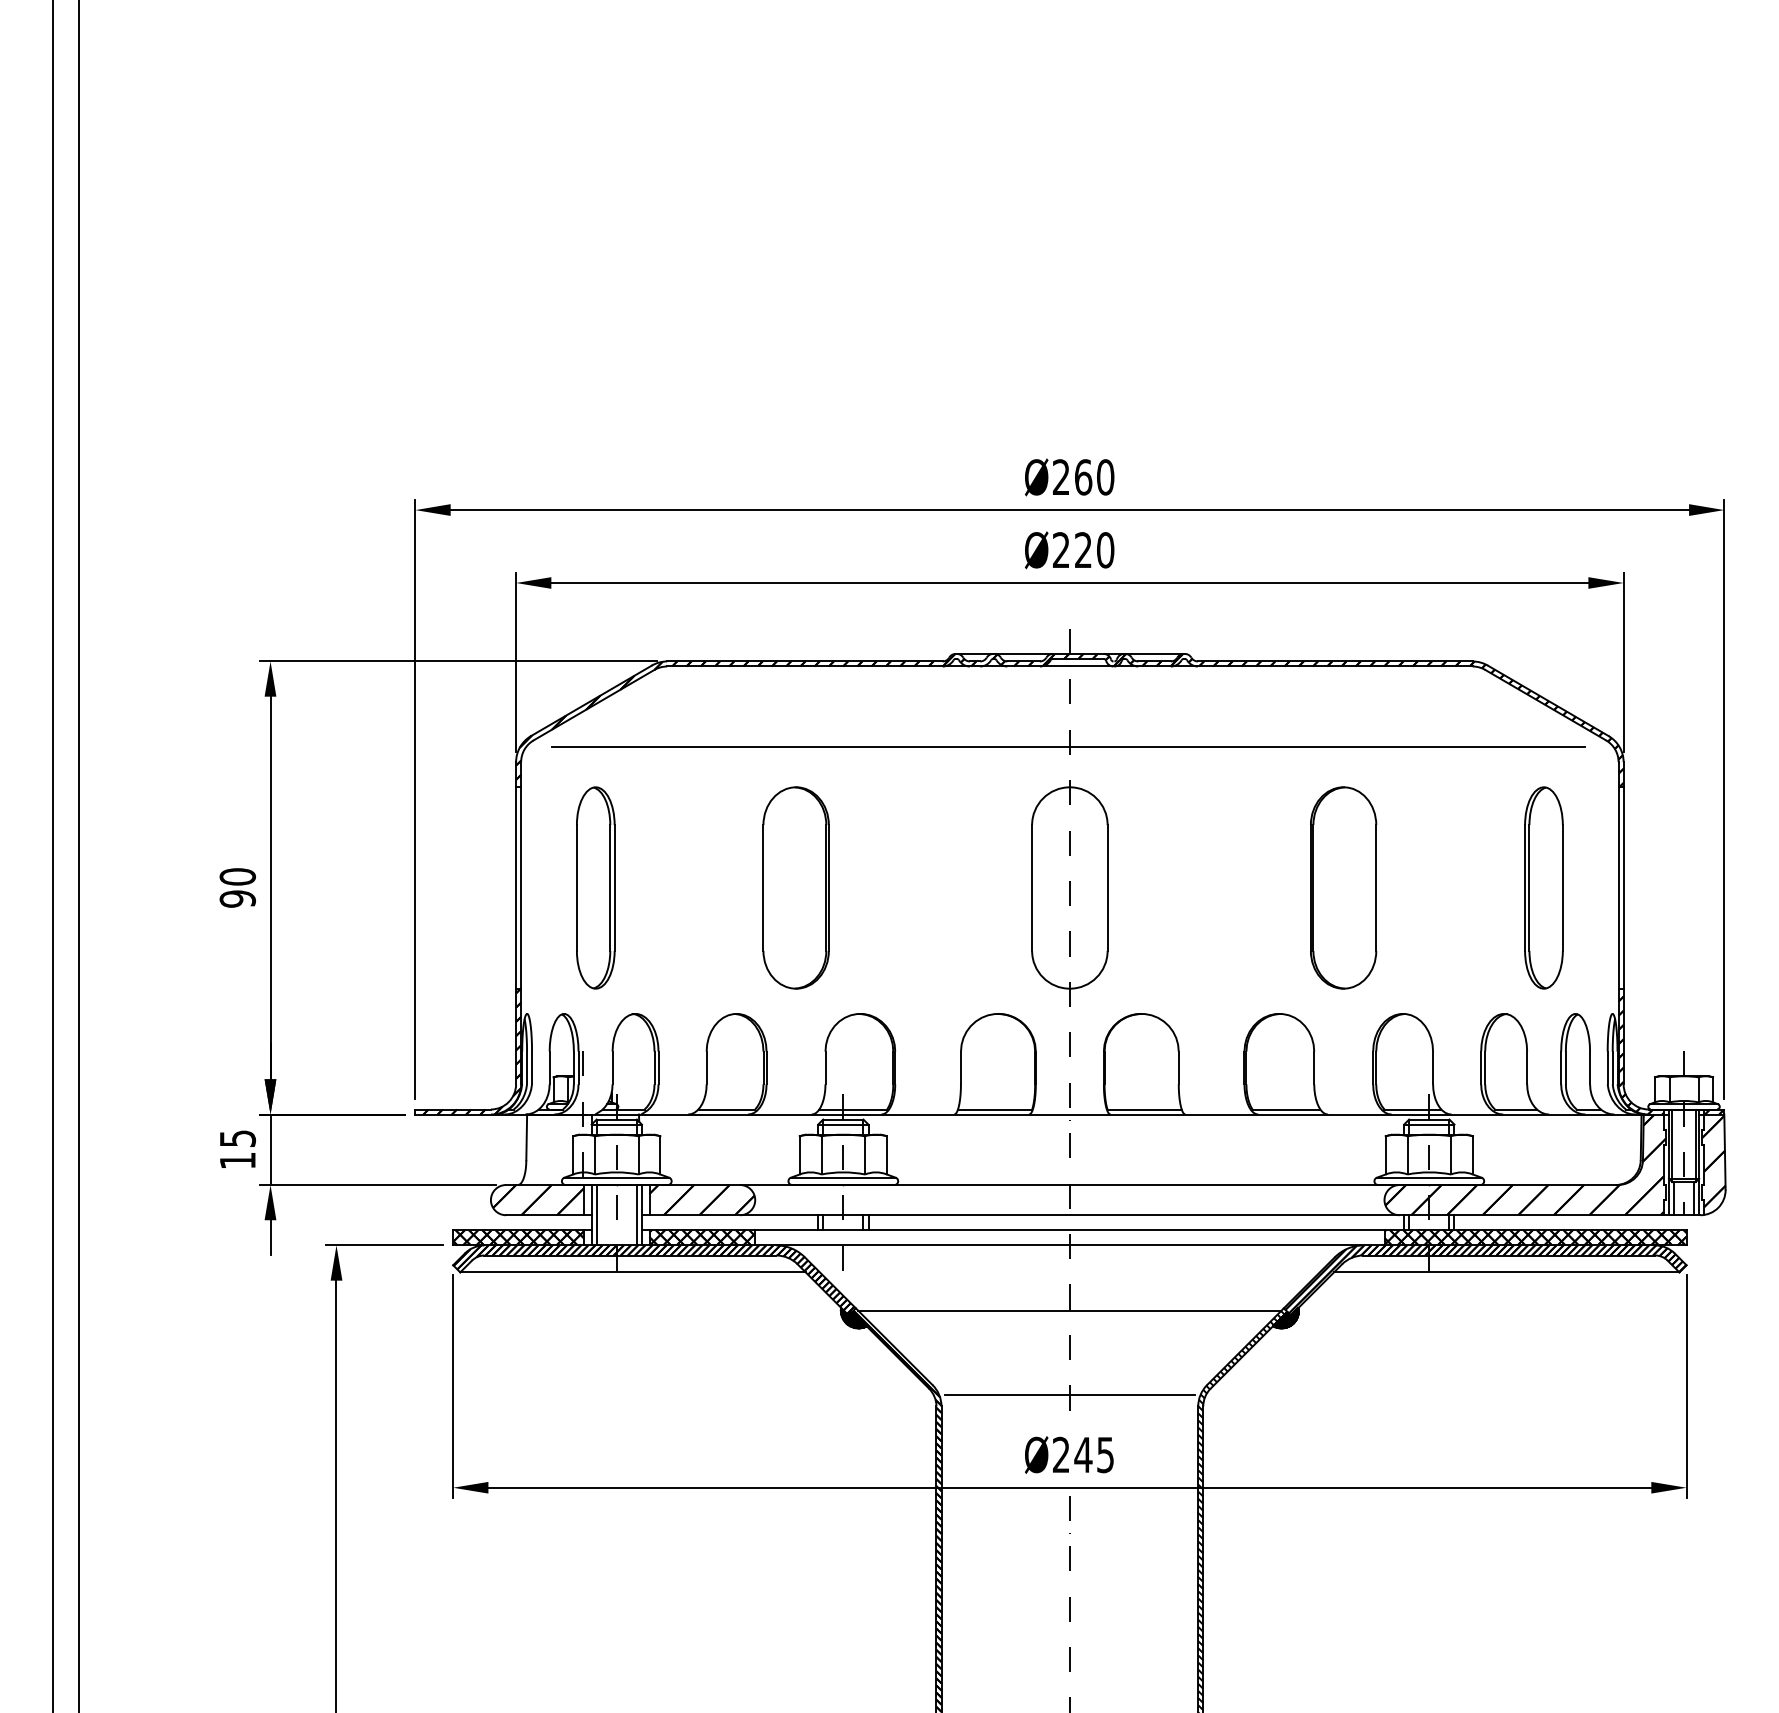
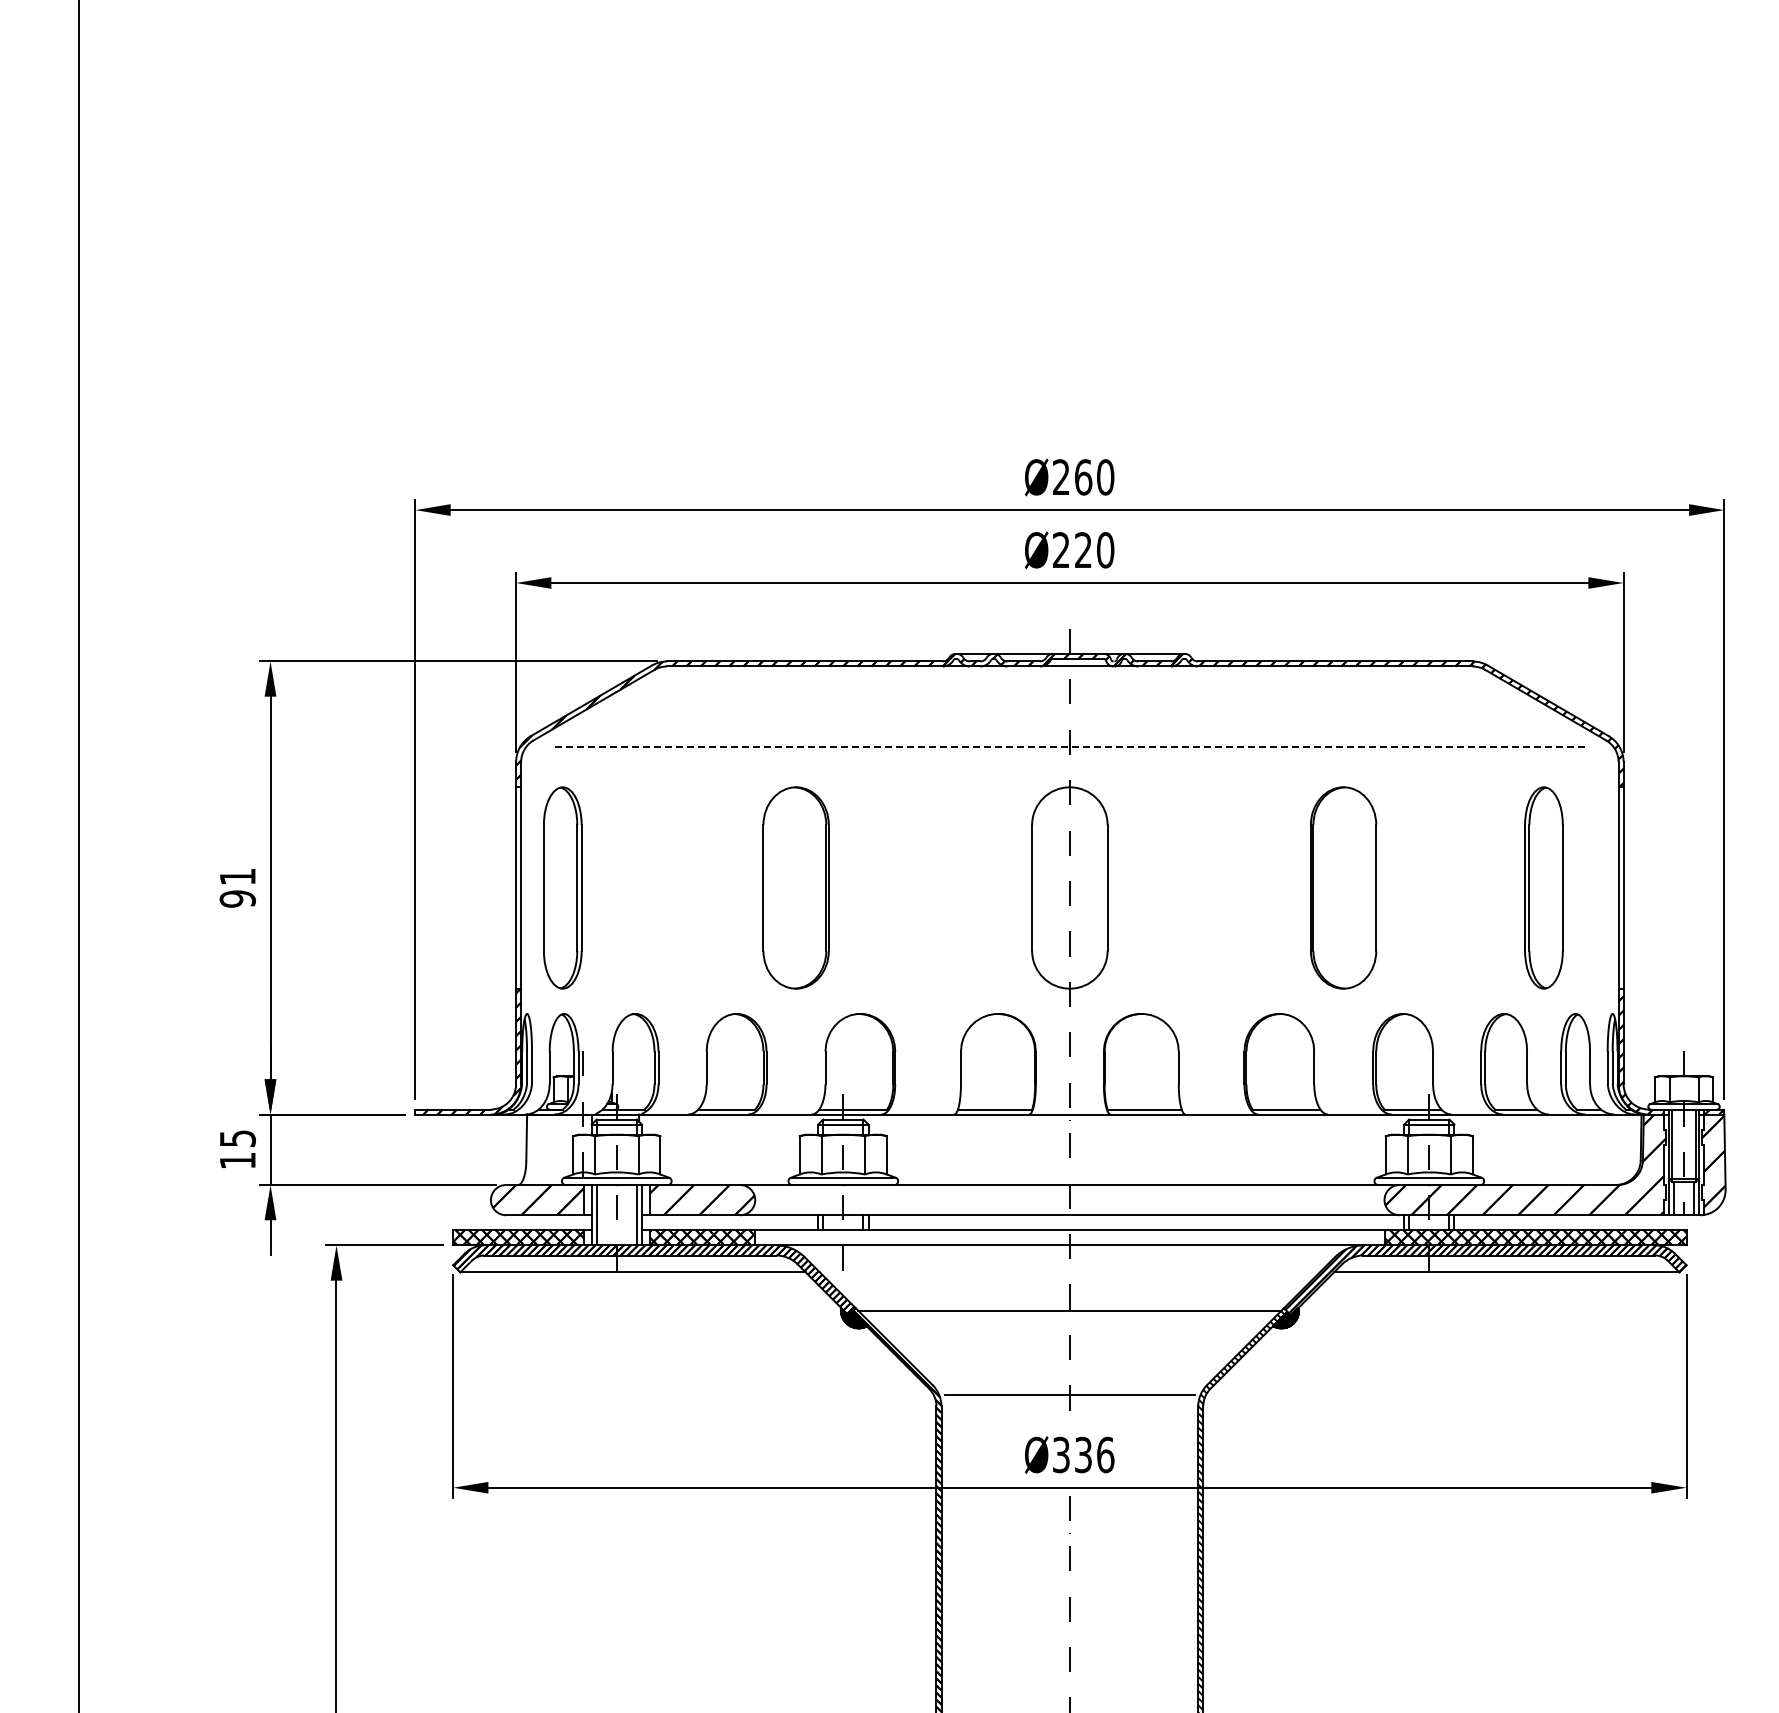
line at (1068, 747): solid -> dashed
line at (53, 855): present -> none
text at (237, 876): 90 -> 91
part at (595, 887) position: (595, 887) -> (562, 887)
text at (1083, 1454): Ø245 -> Ø336
